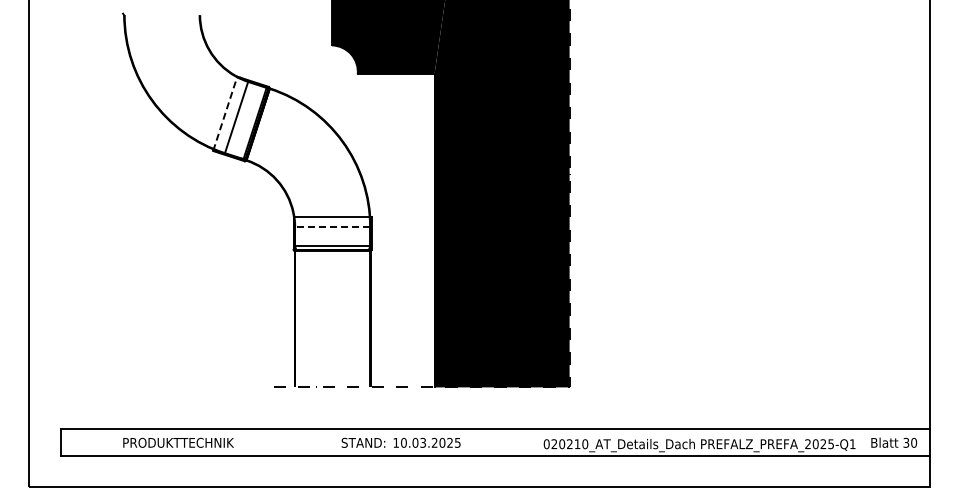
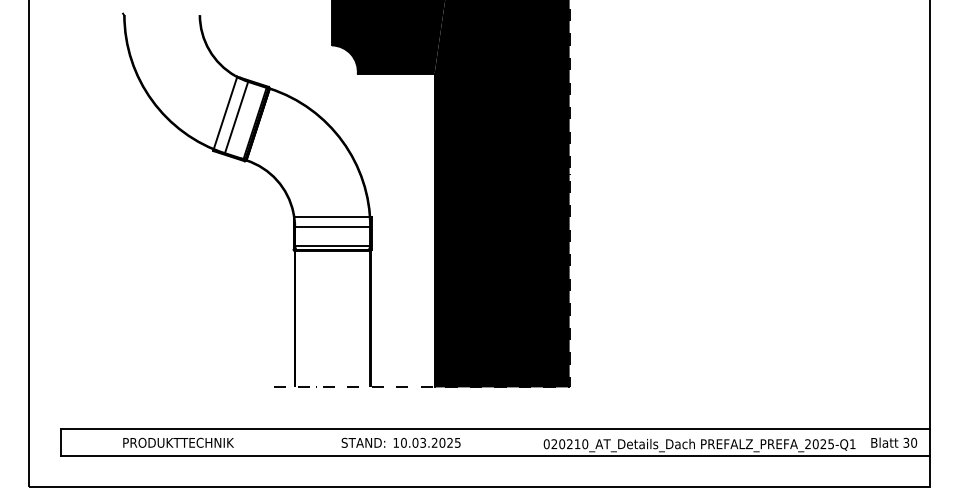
line at (225, 113): dashed -> solid
line at (332, 227): dashed -> solid
